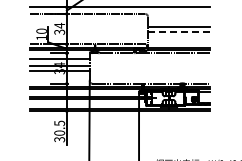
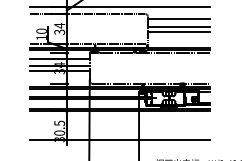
line at (179, 19): none -> present
line at (178, 31): dashed -> solid
line at (120, 140): none -> present
